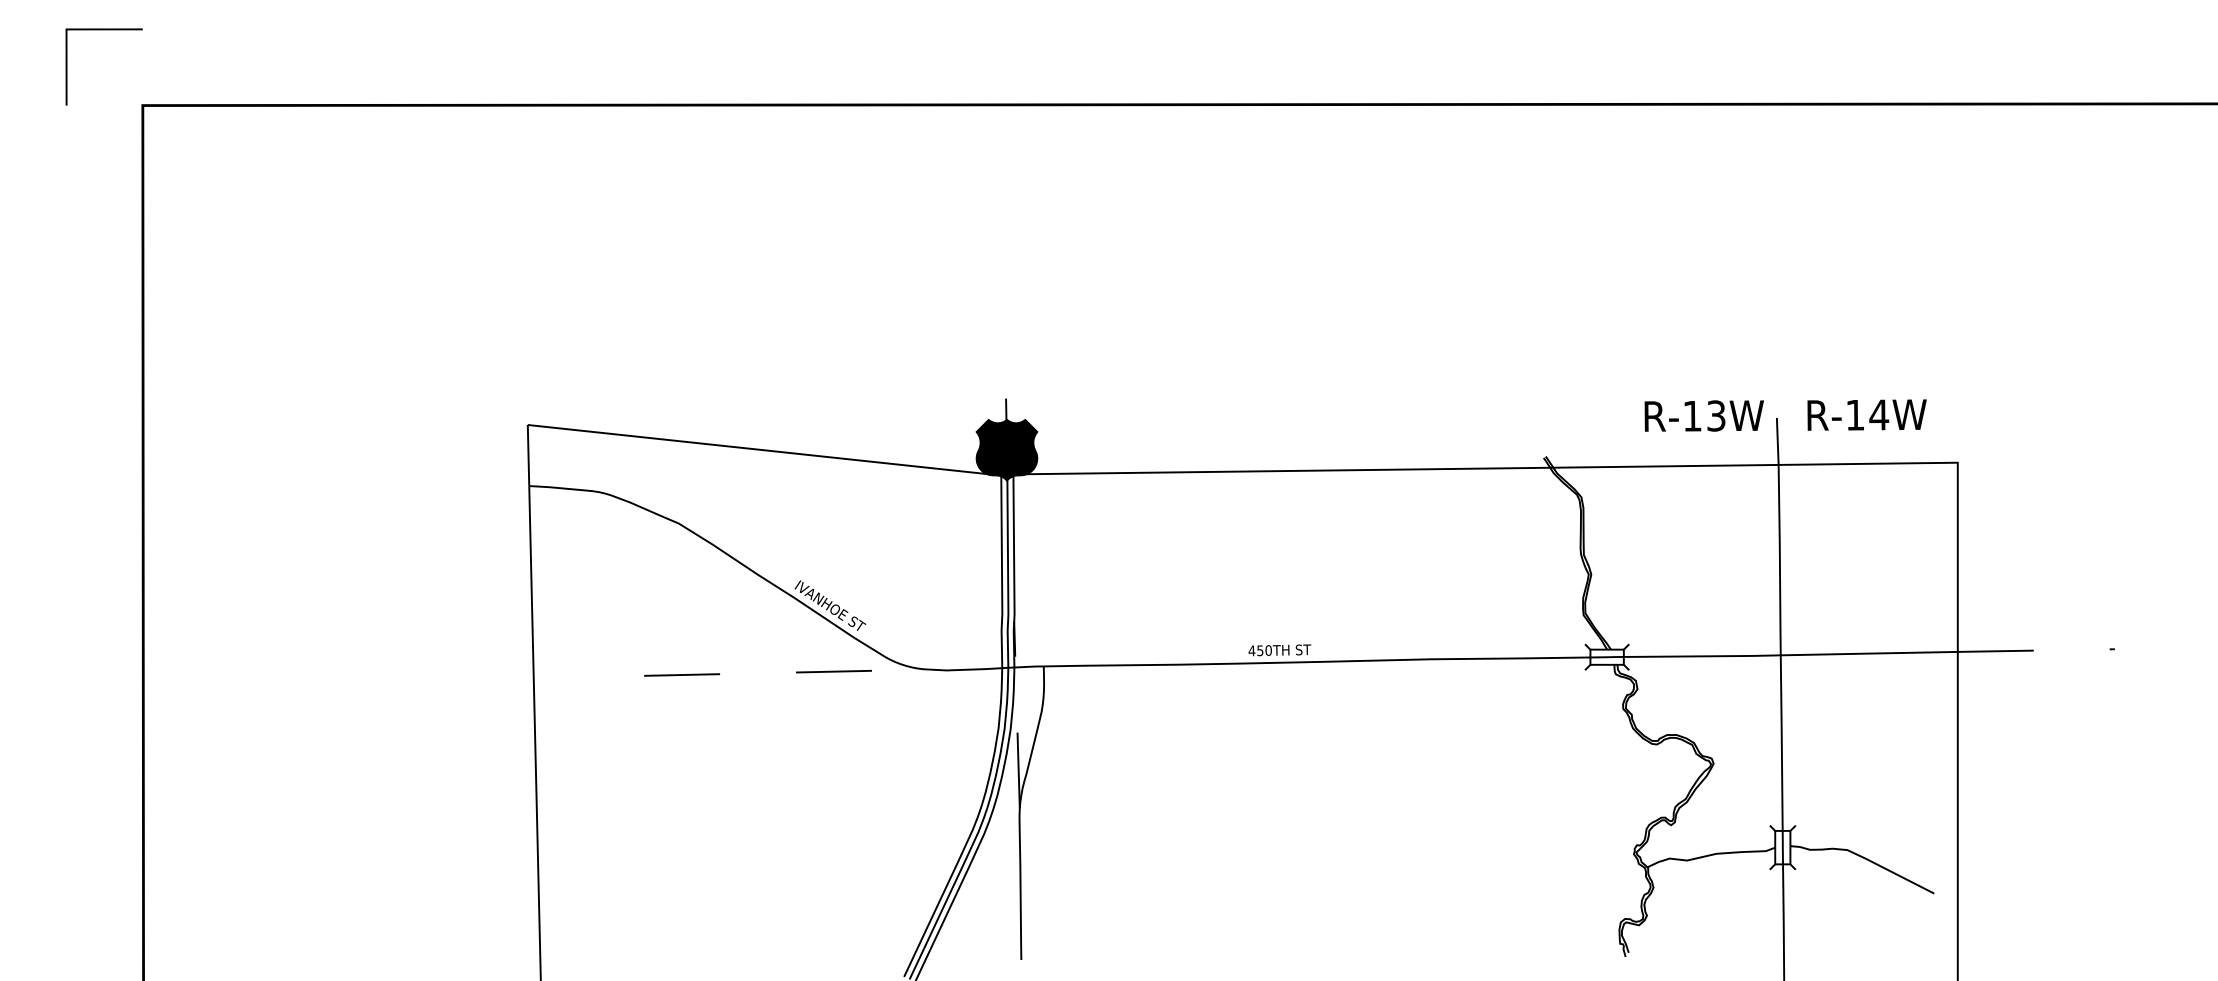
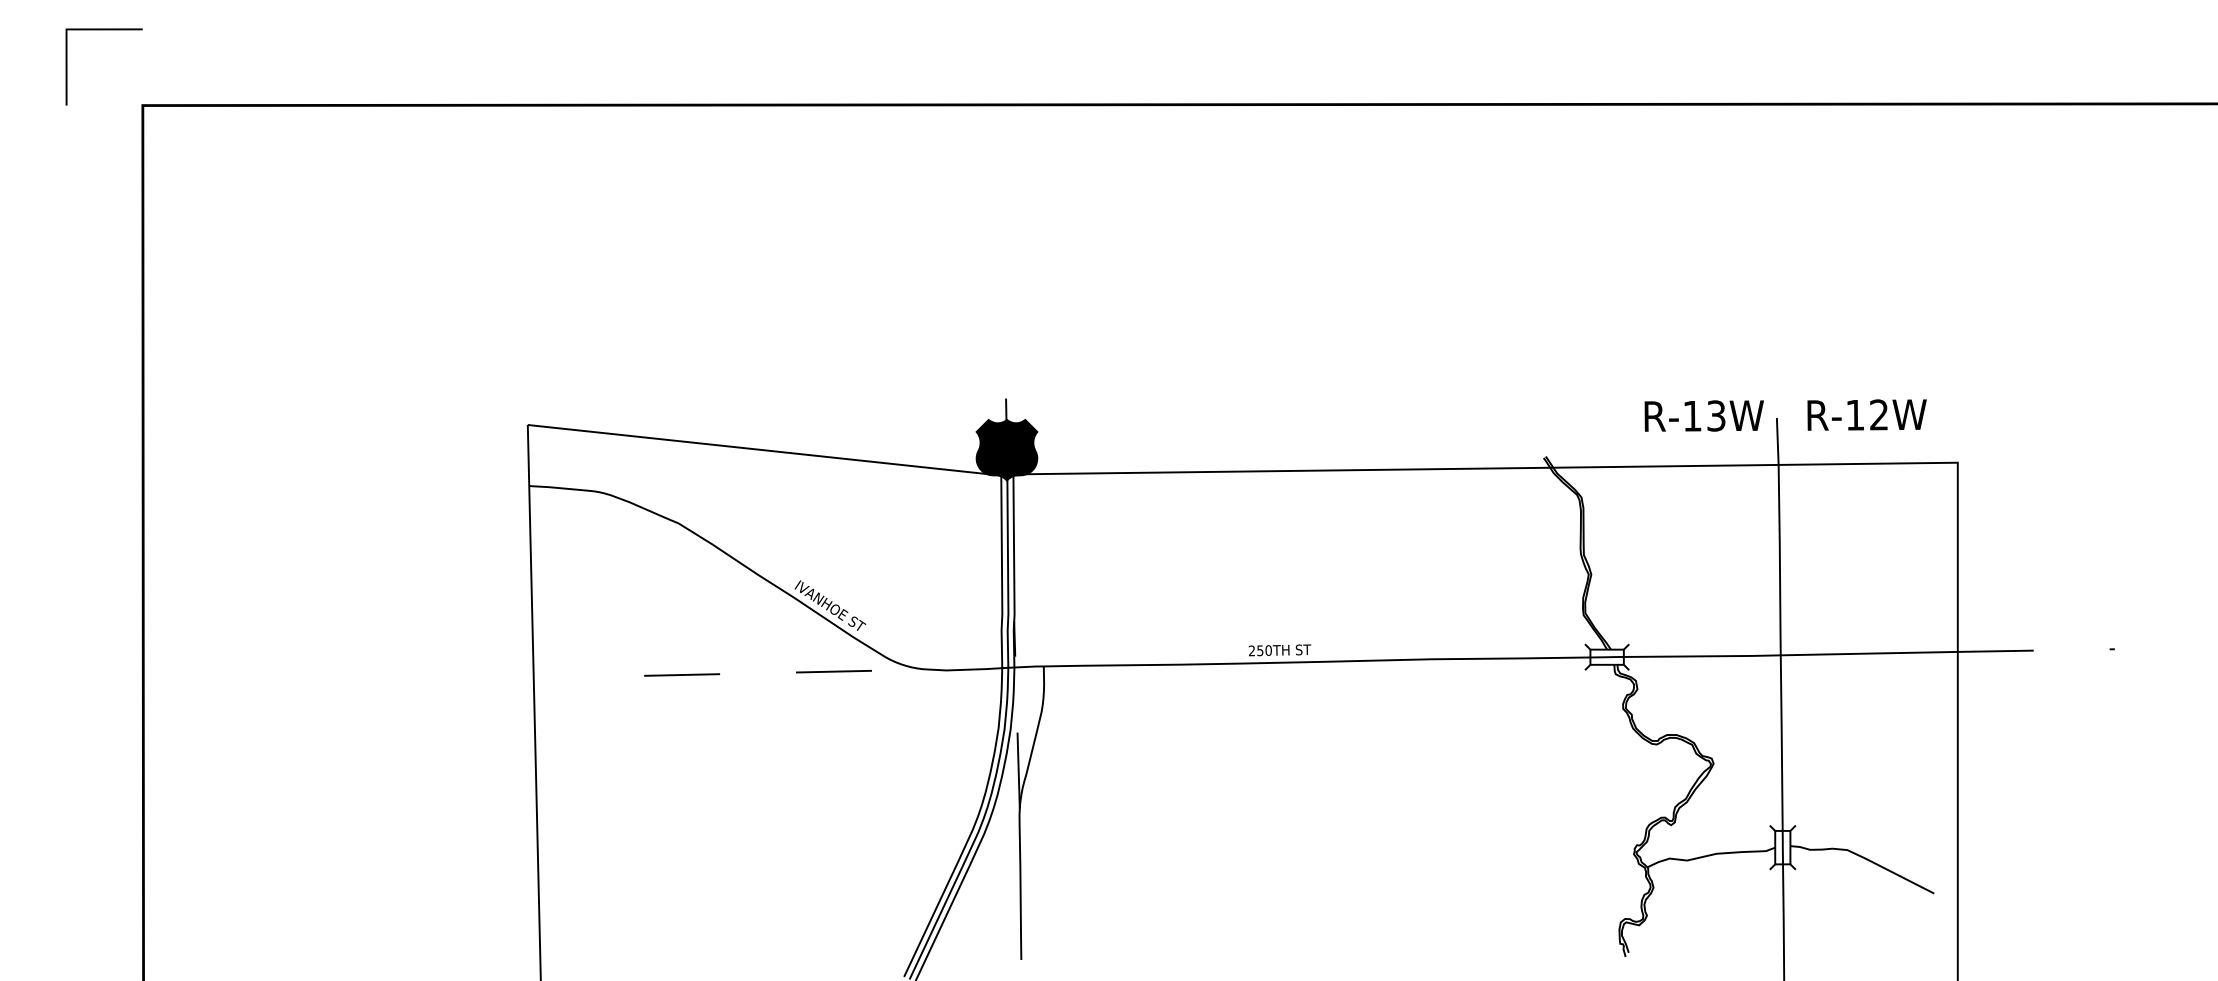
text at (1879, 414): R-14W -> R-12W
text at (1251, 650): 450TH -> 250TH
